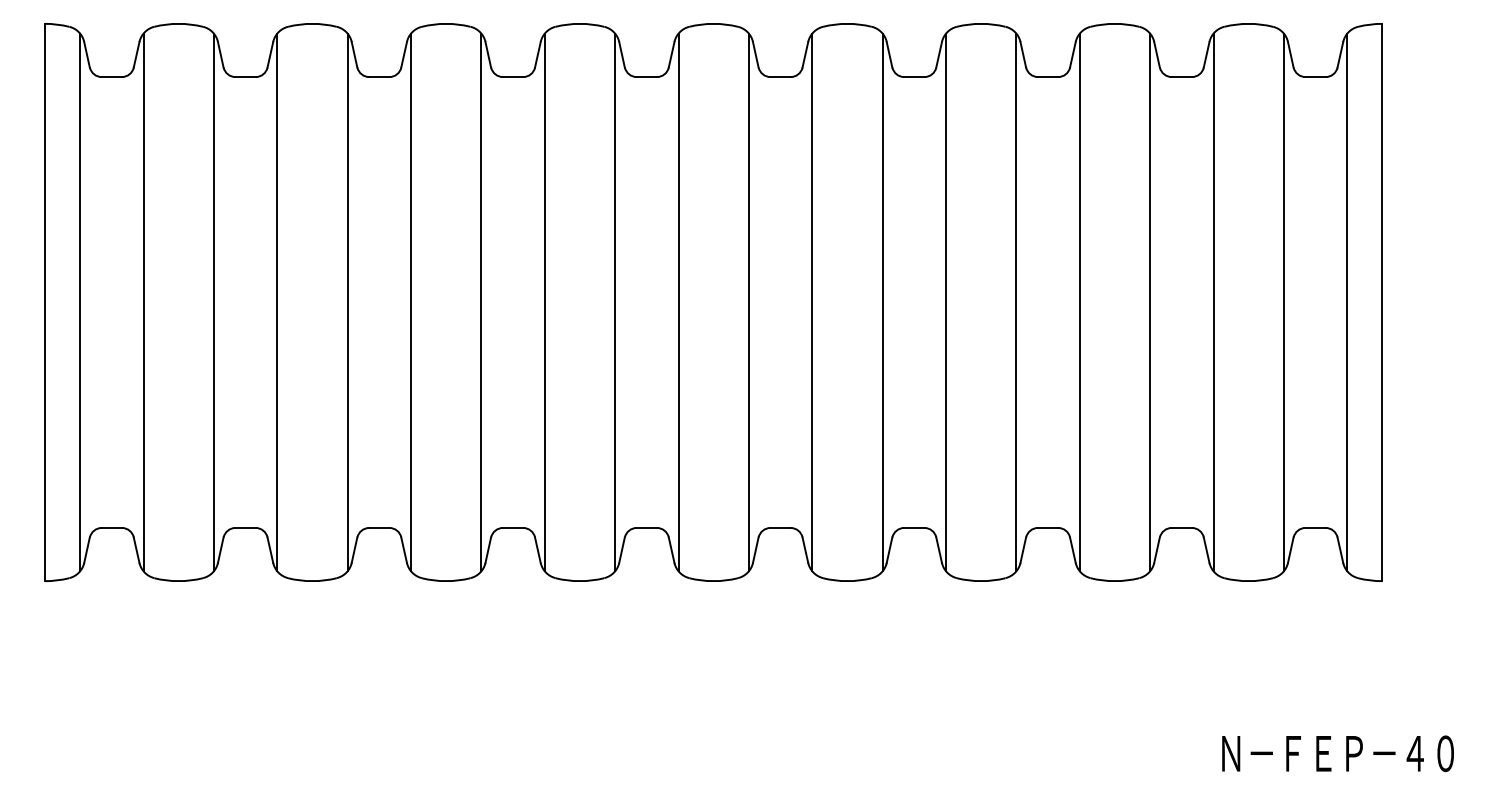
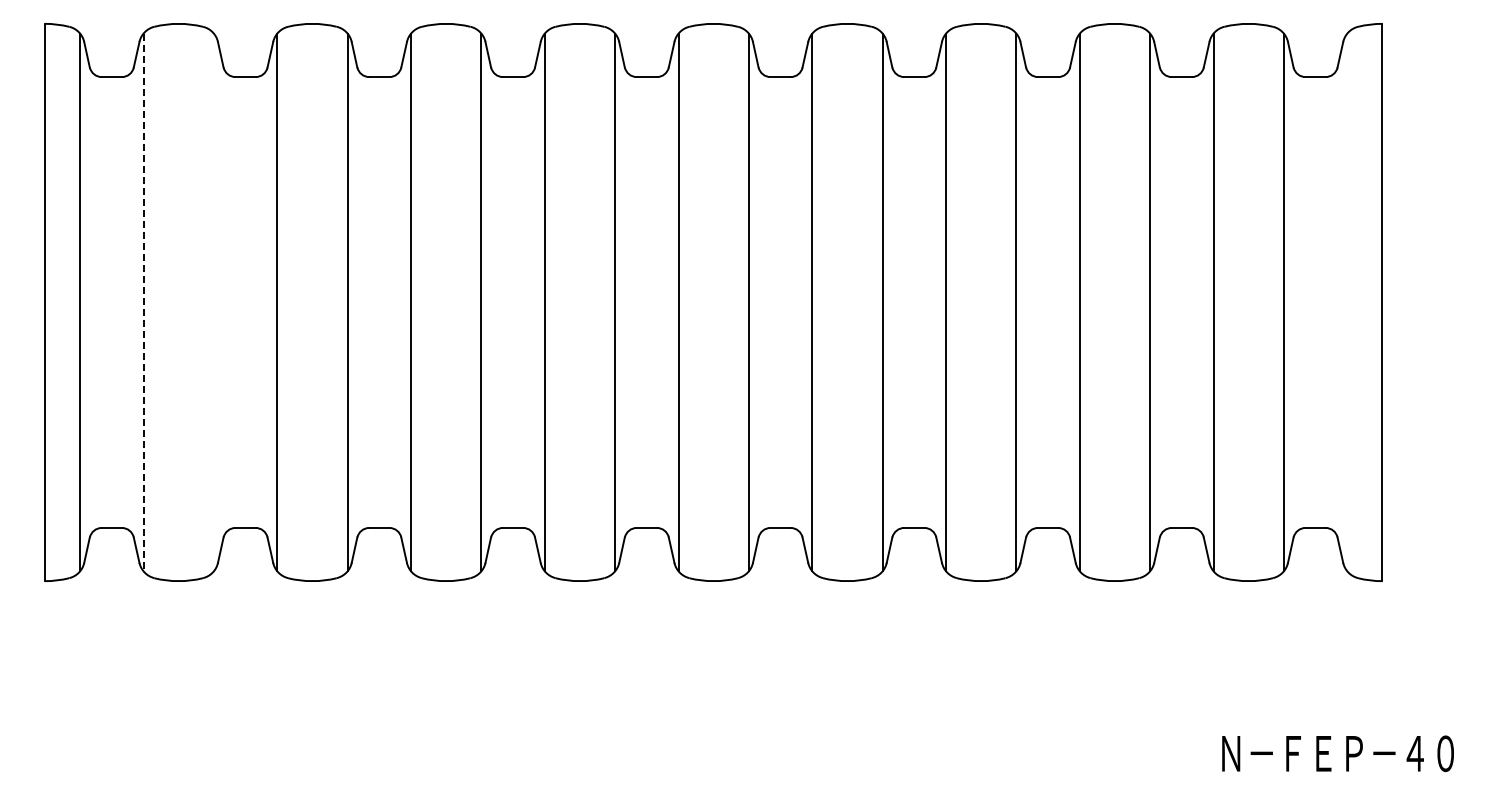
line at (143, 302): solid -> dashed
line at (213, 302): present -> none
line at (1347, 302): present -> none
